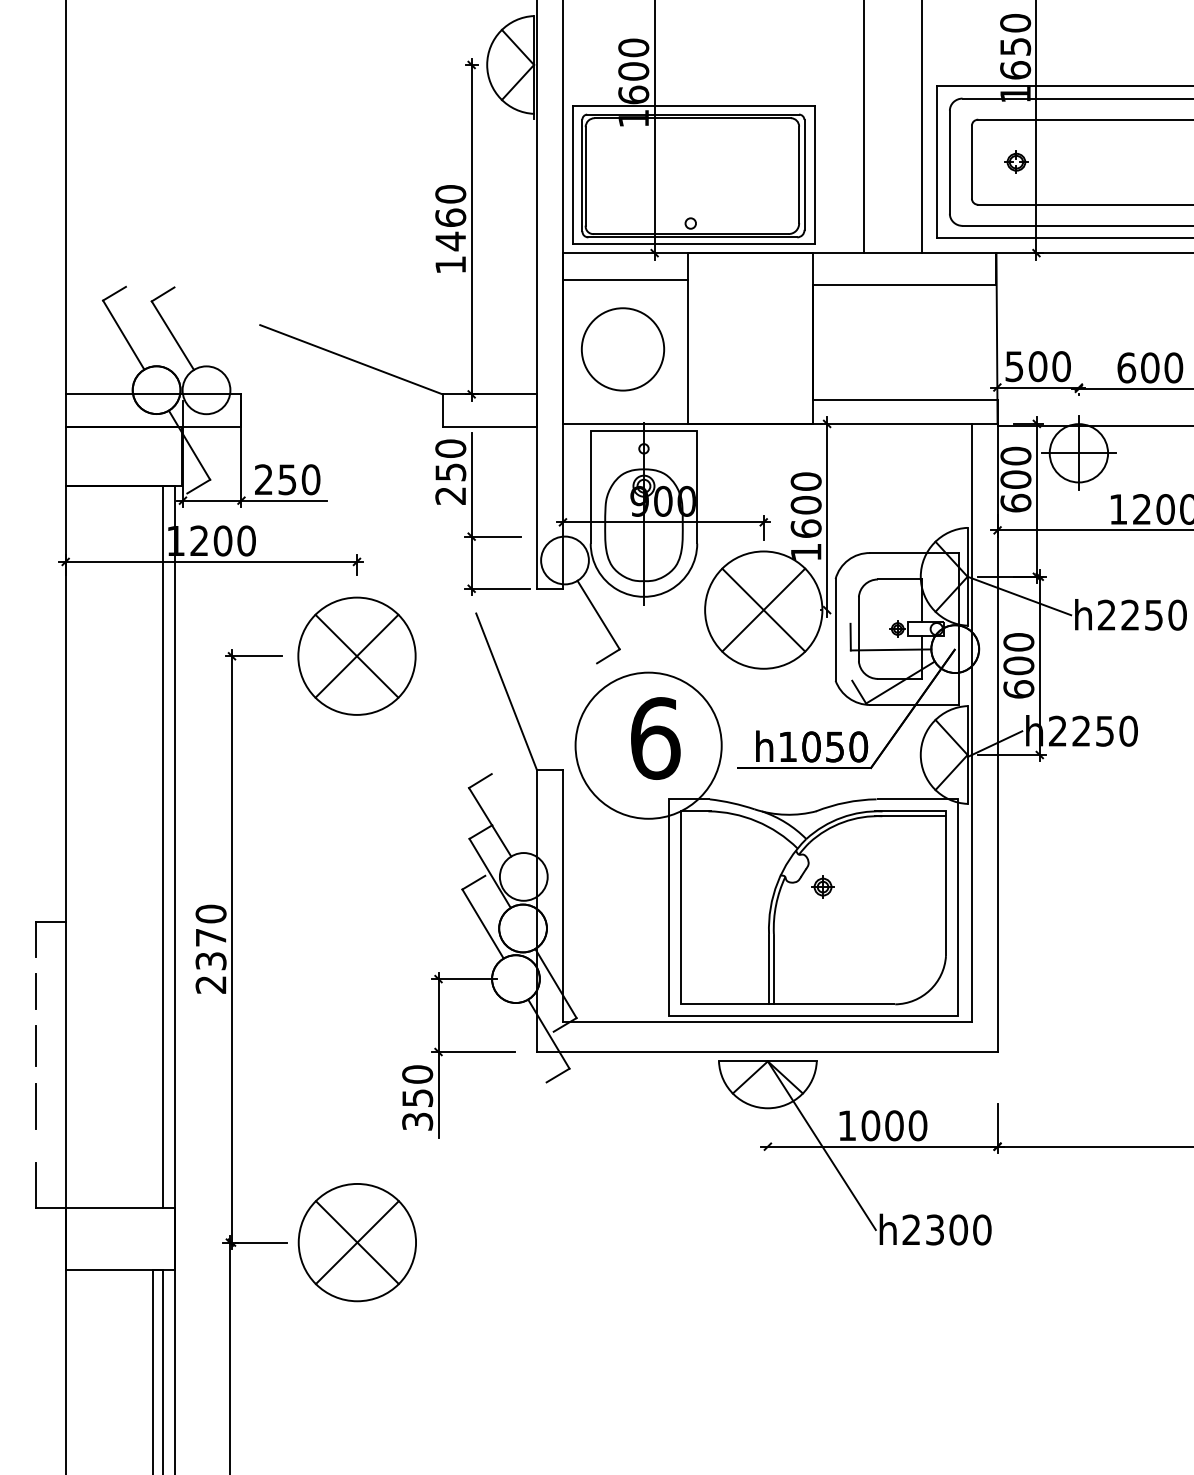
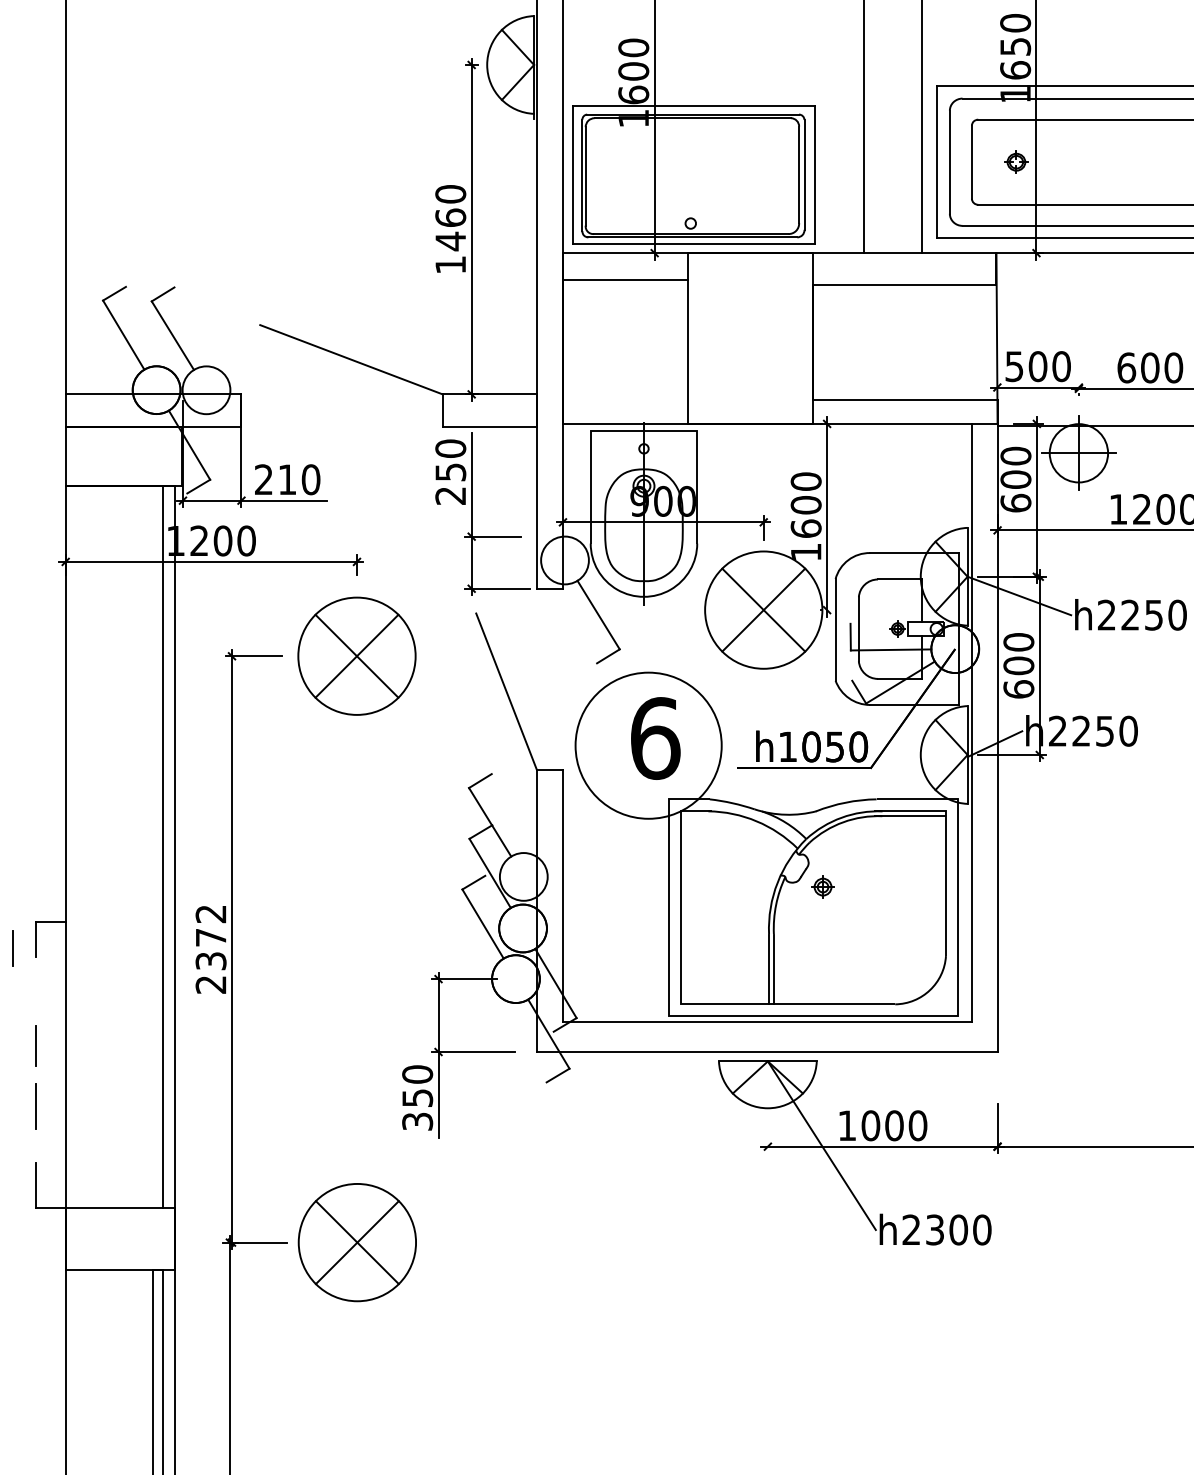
circle at (622, 349): present -> none
text at (287, 479): 250 -> 210
text at (210, 913): 2370 -> 2372
line at (35, 991) position: (35, 991) -> (12, 948)
